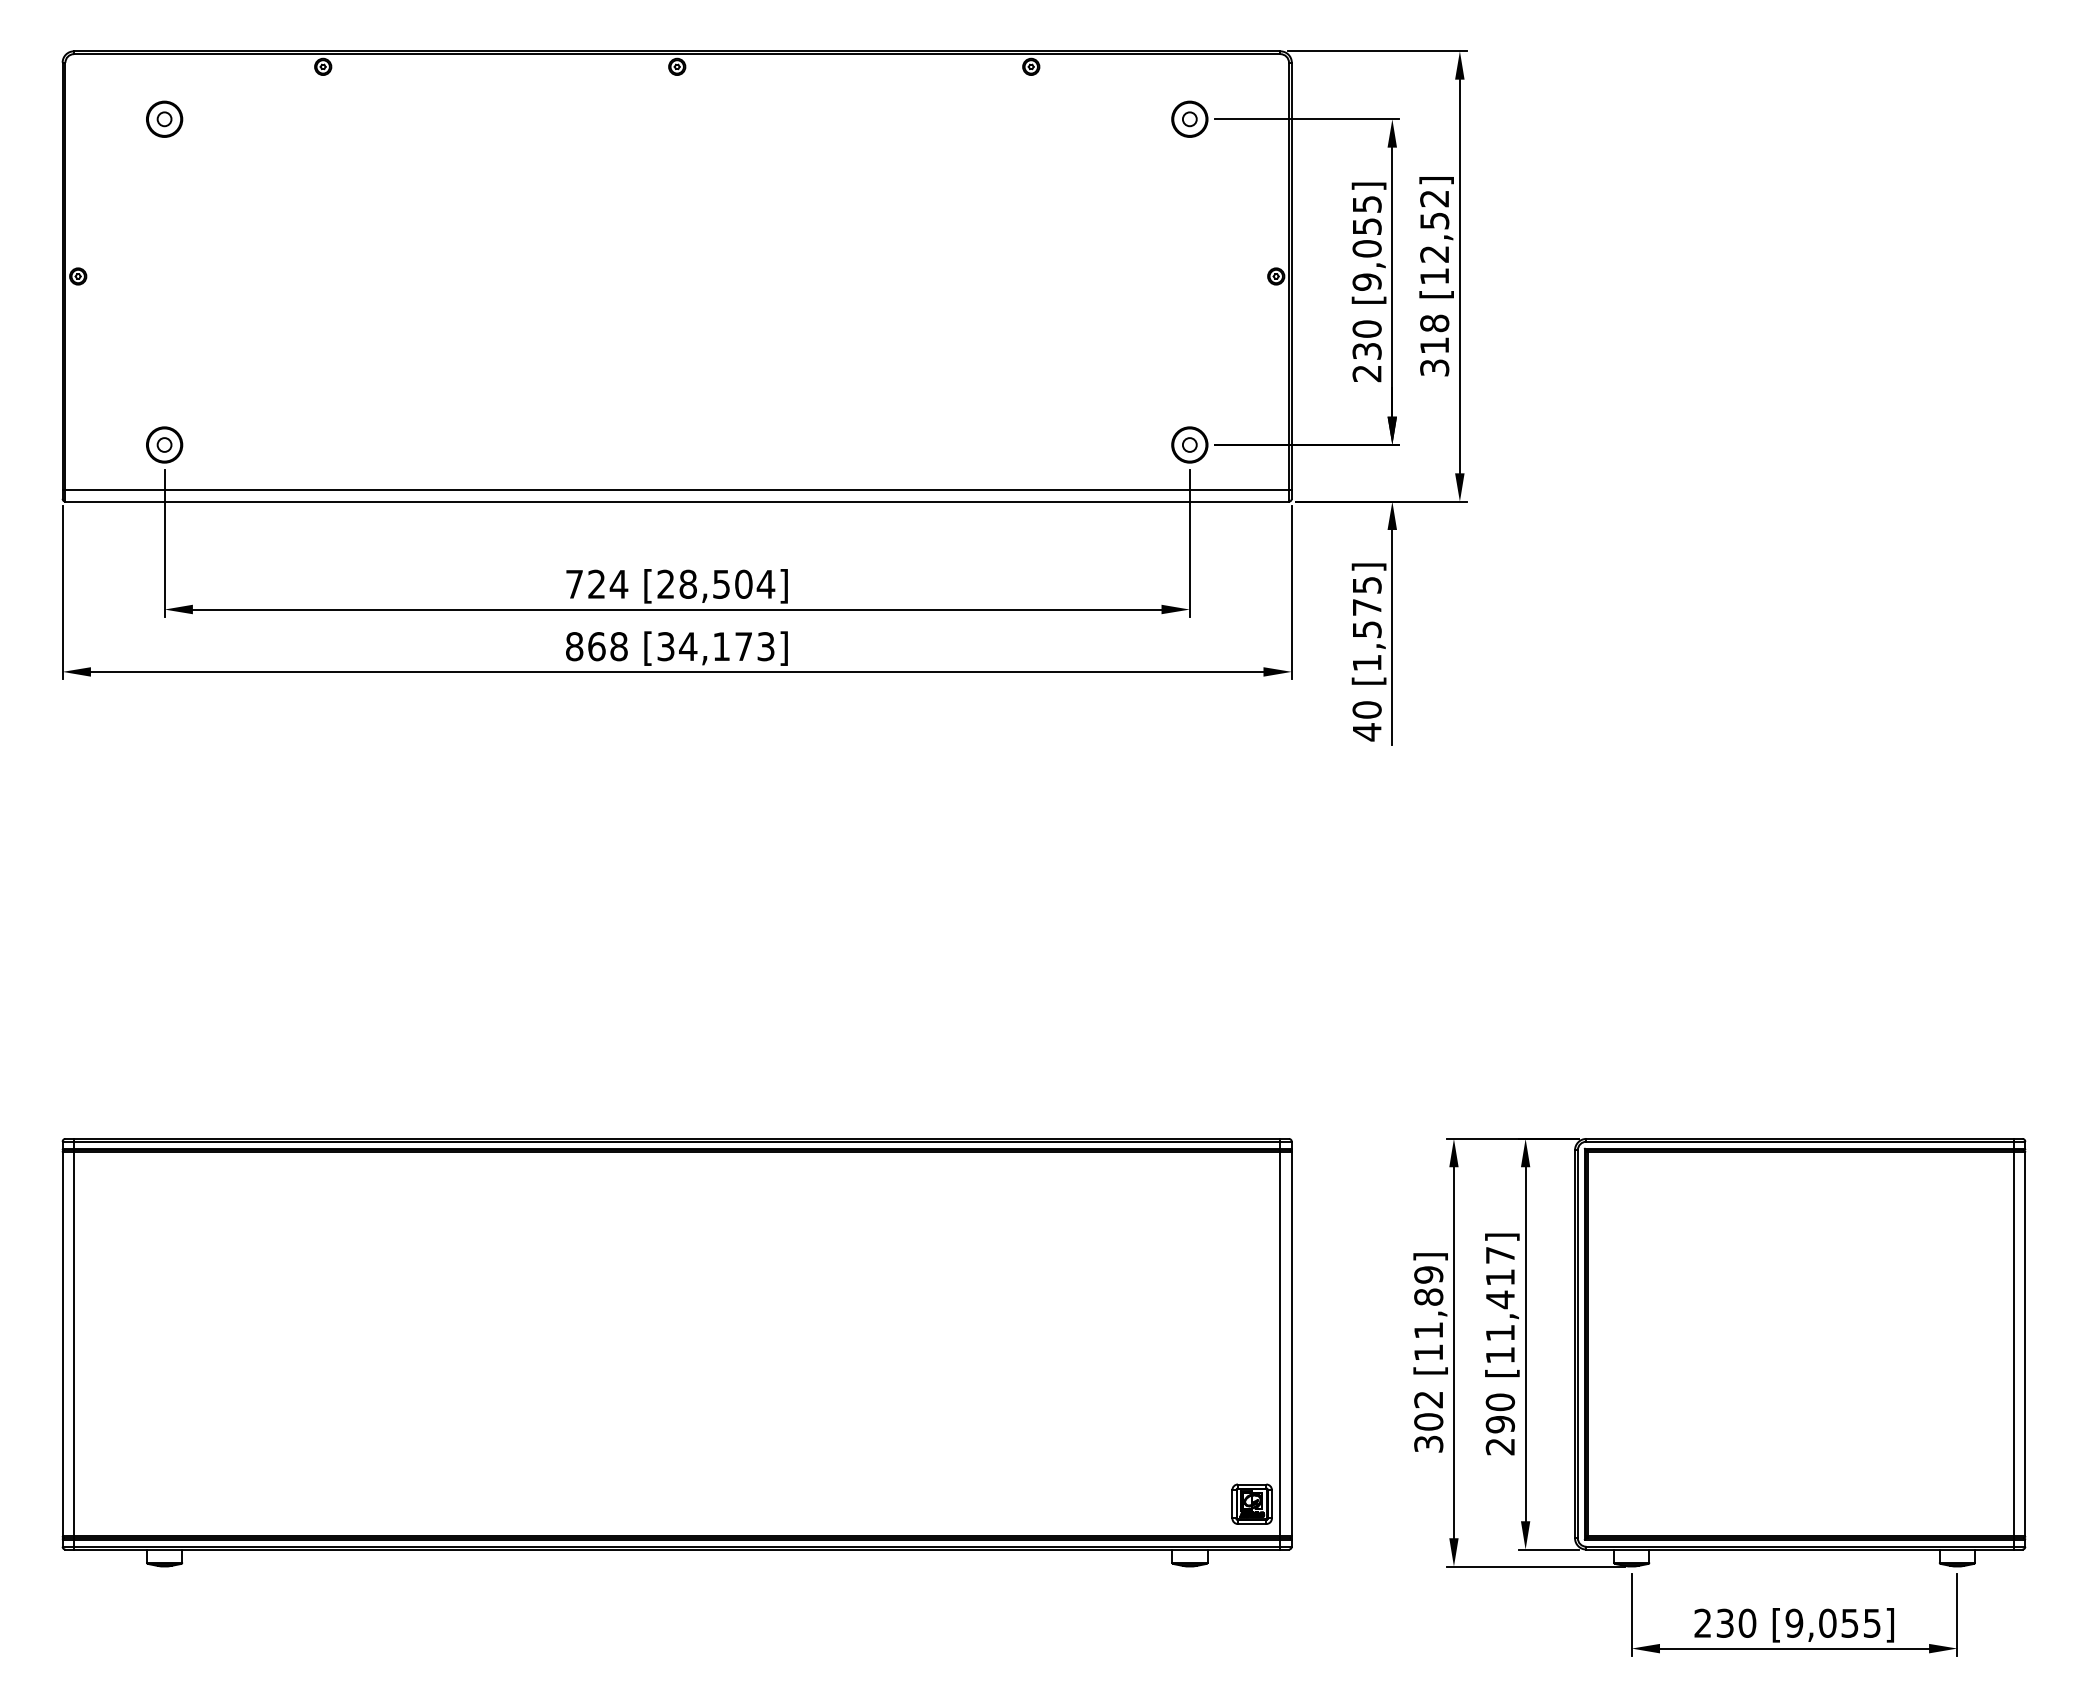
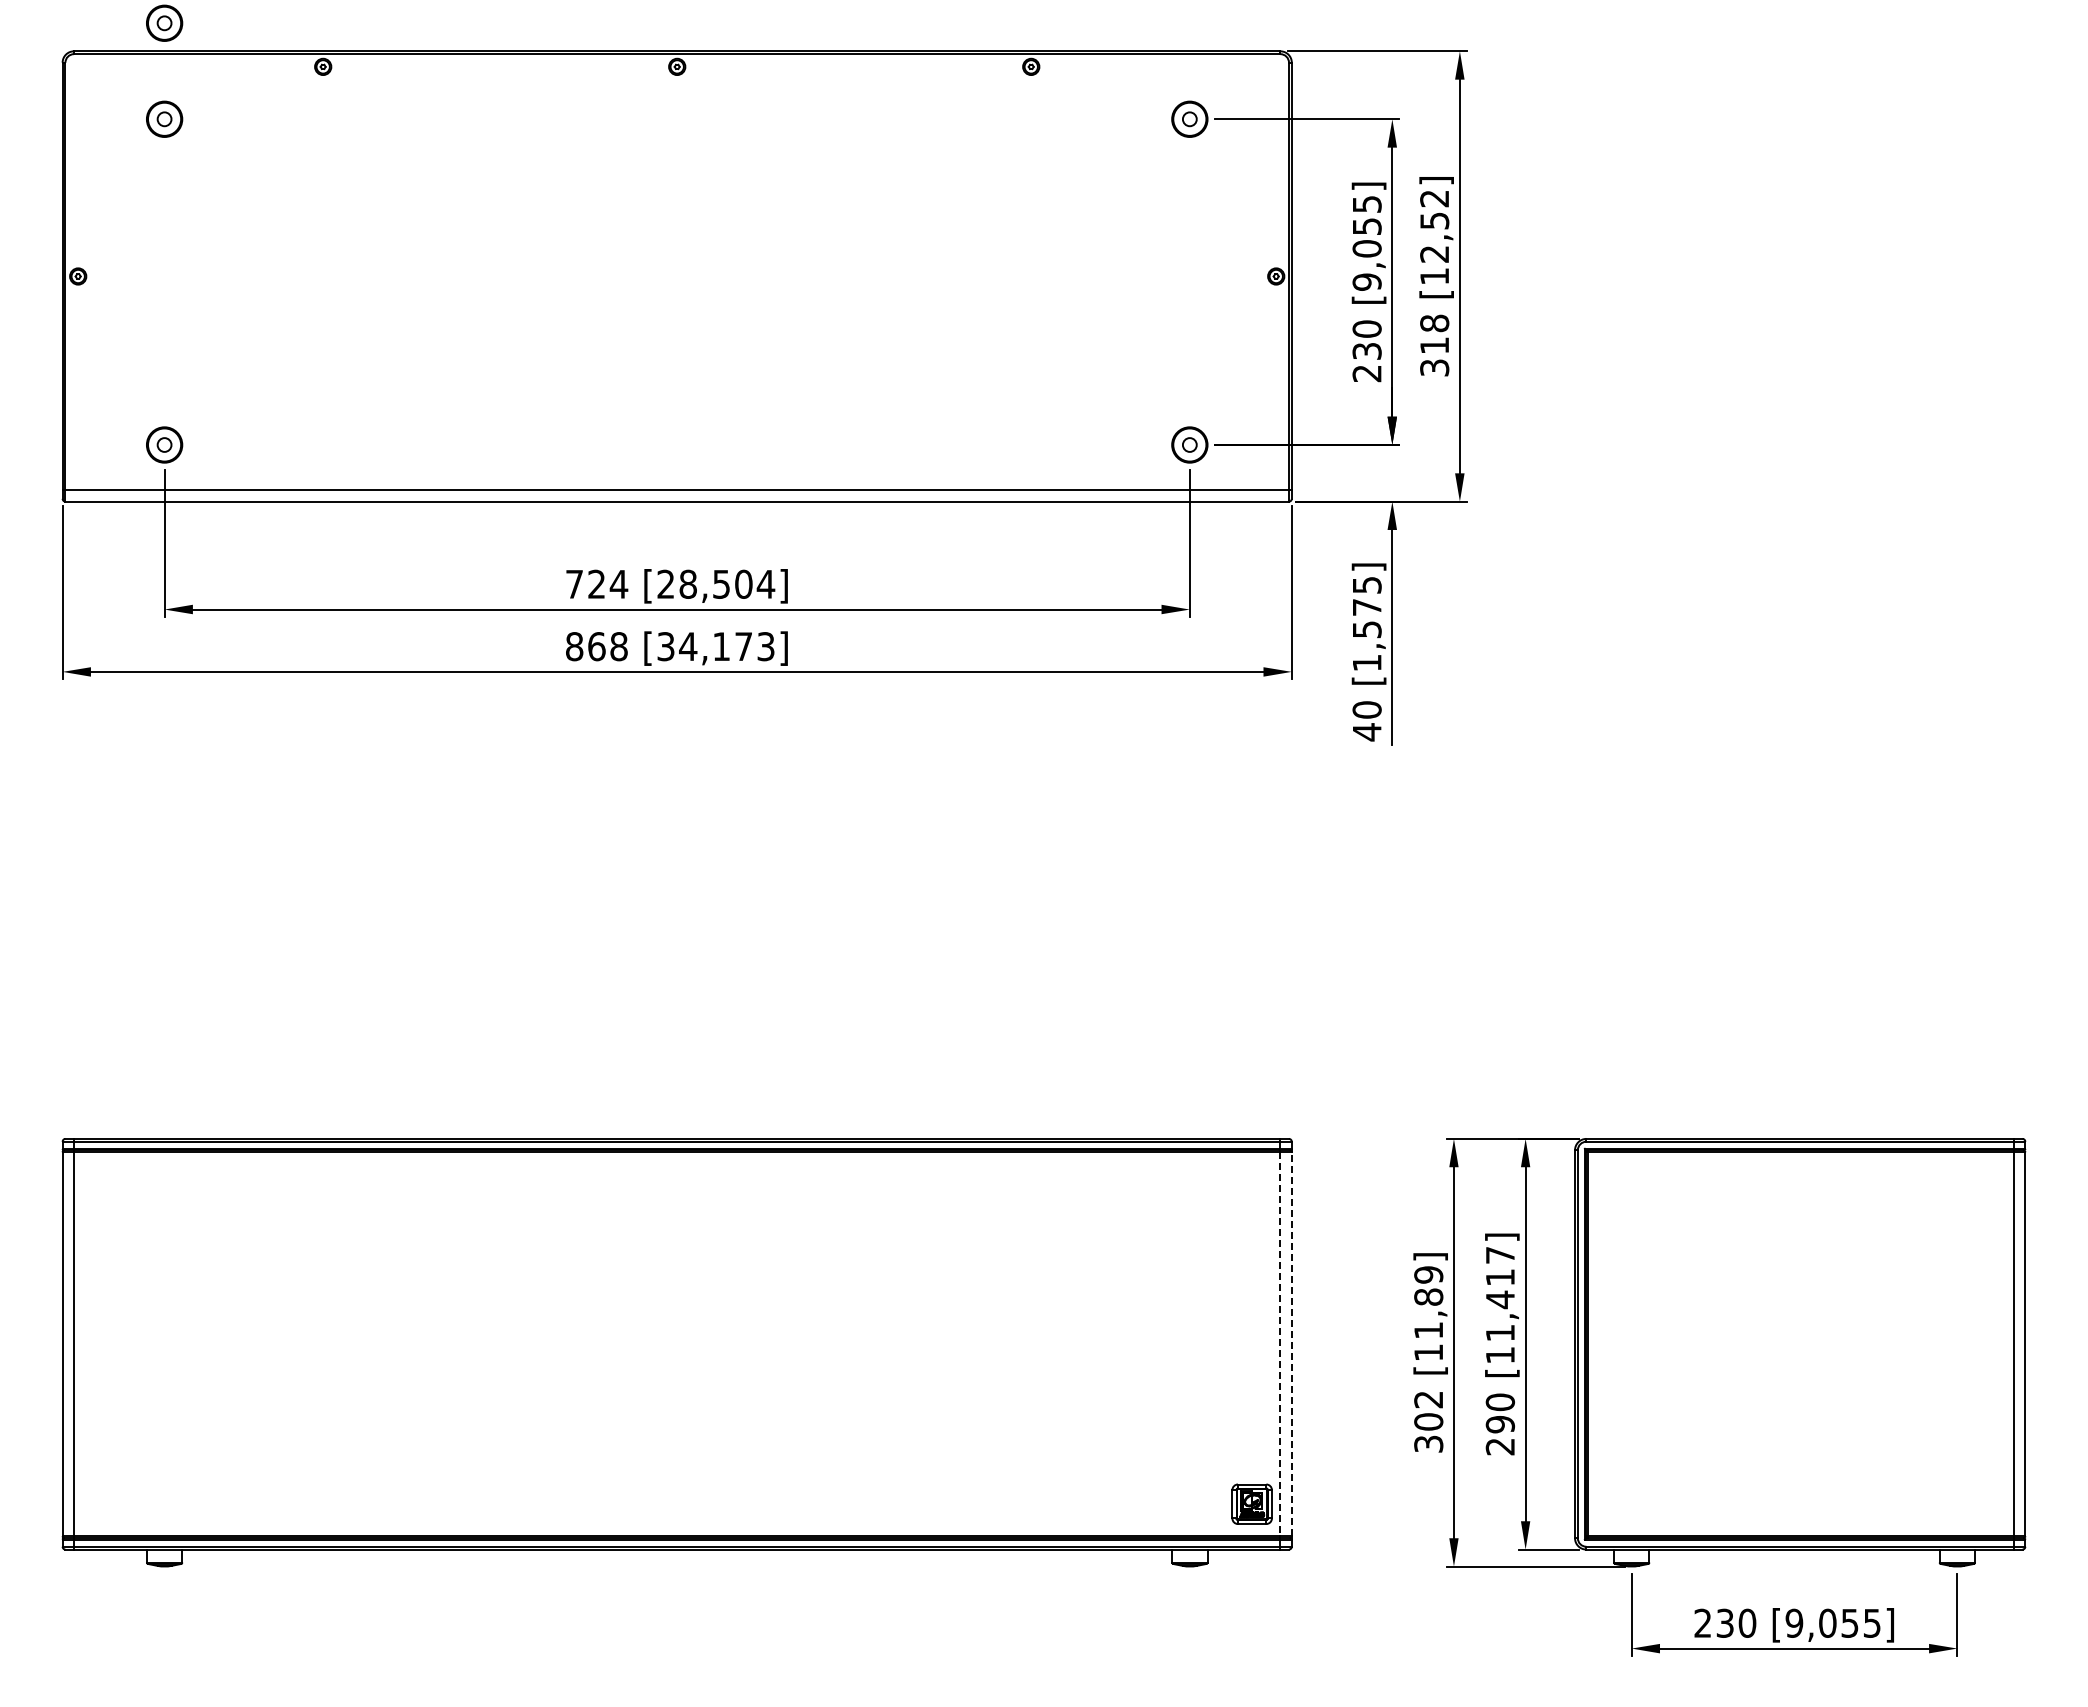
part at (164, 22): none -> present
line at (1280, 1344): solid -> dashed
line at (1291, 1344): solid -> dashed
